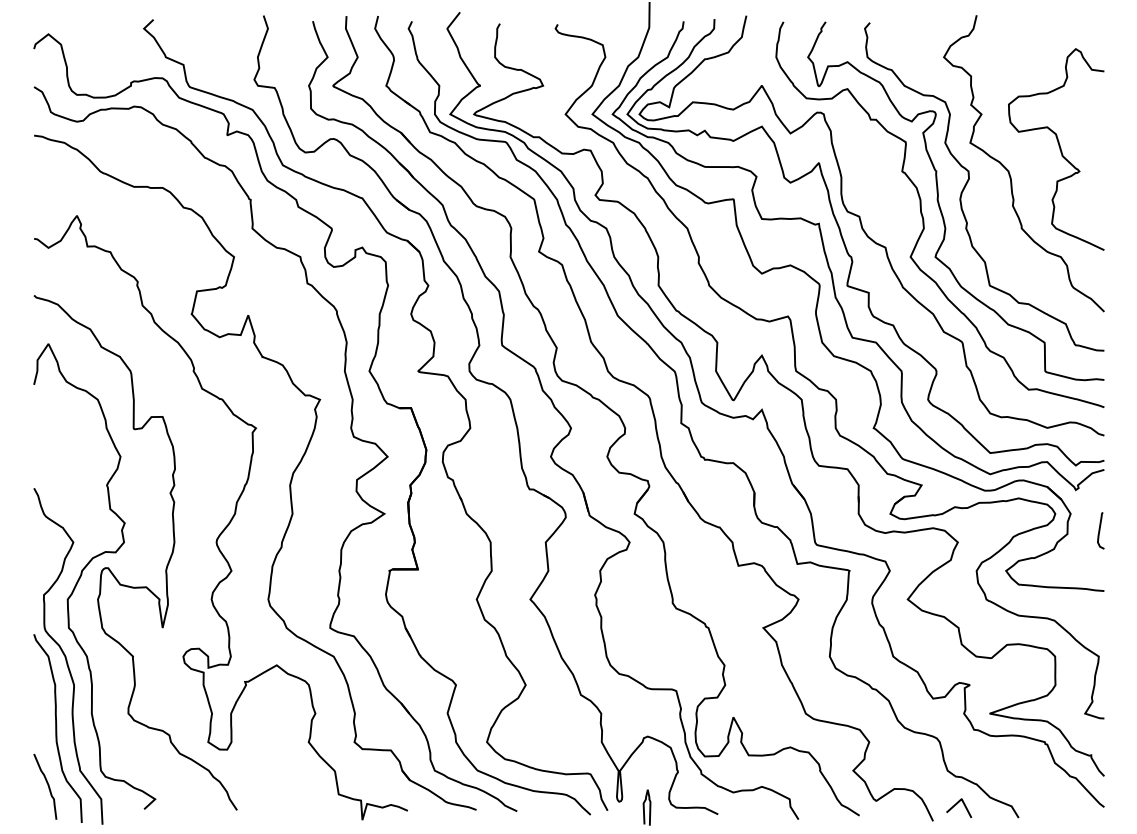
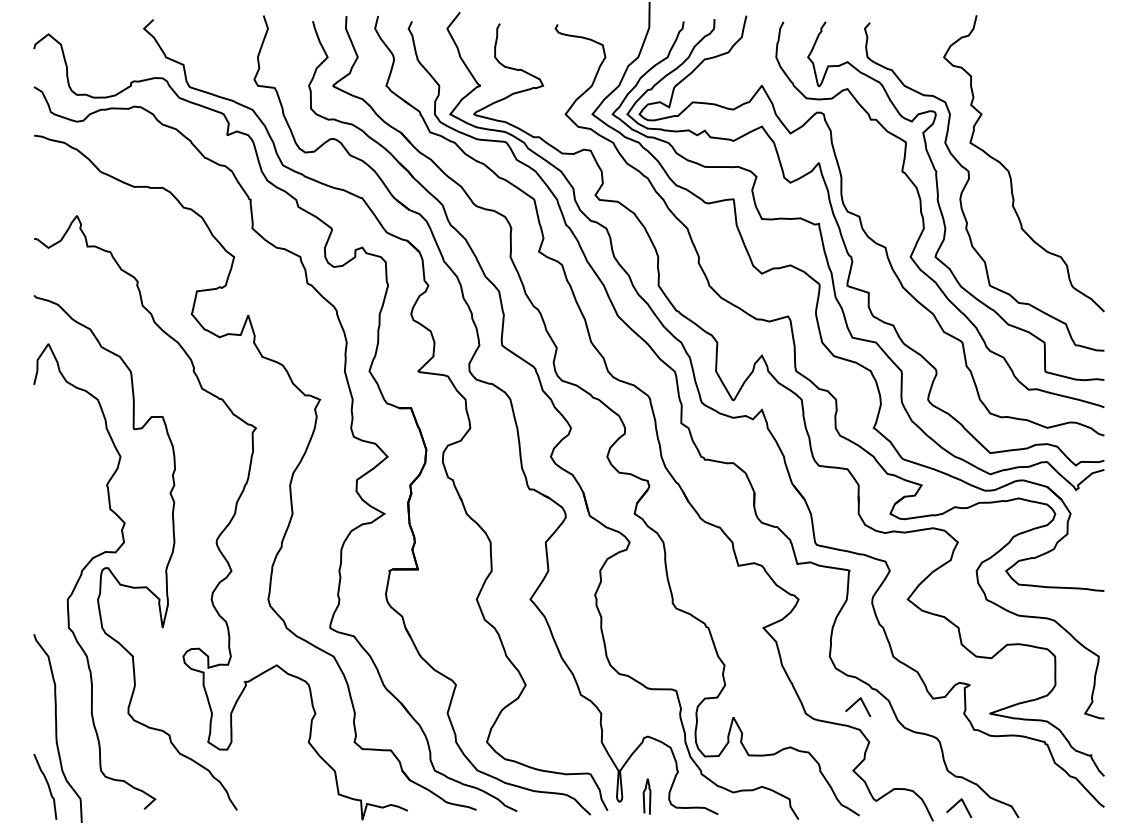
curve at (1059, 149): present -> none
curve at (1100, 530): present -> none
curve at (66, 656): present -> none
curve at (855, 704): none -> present
curve at (644, 807) position: (644, 807) -> (644, 796)
